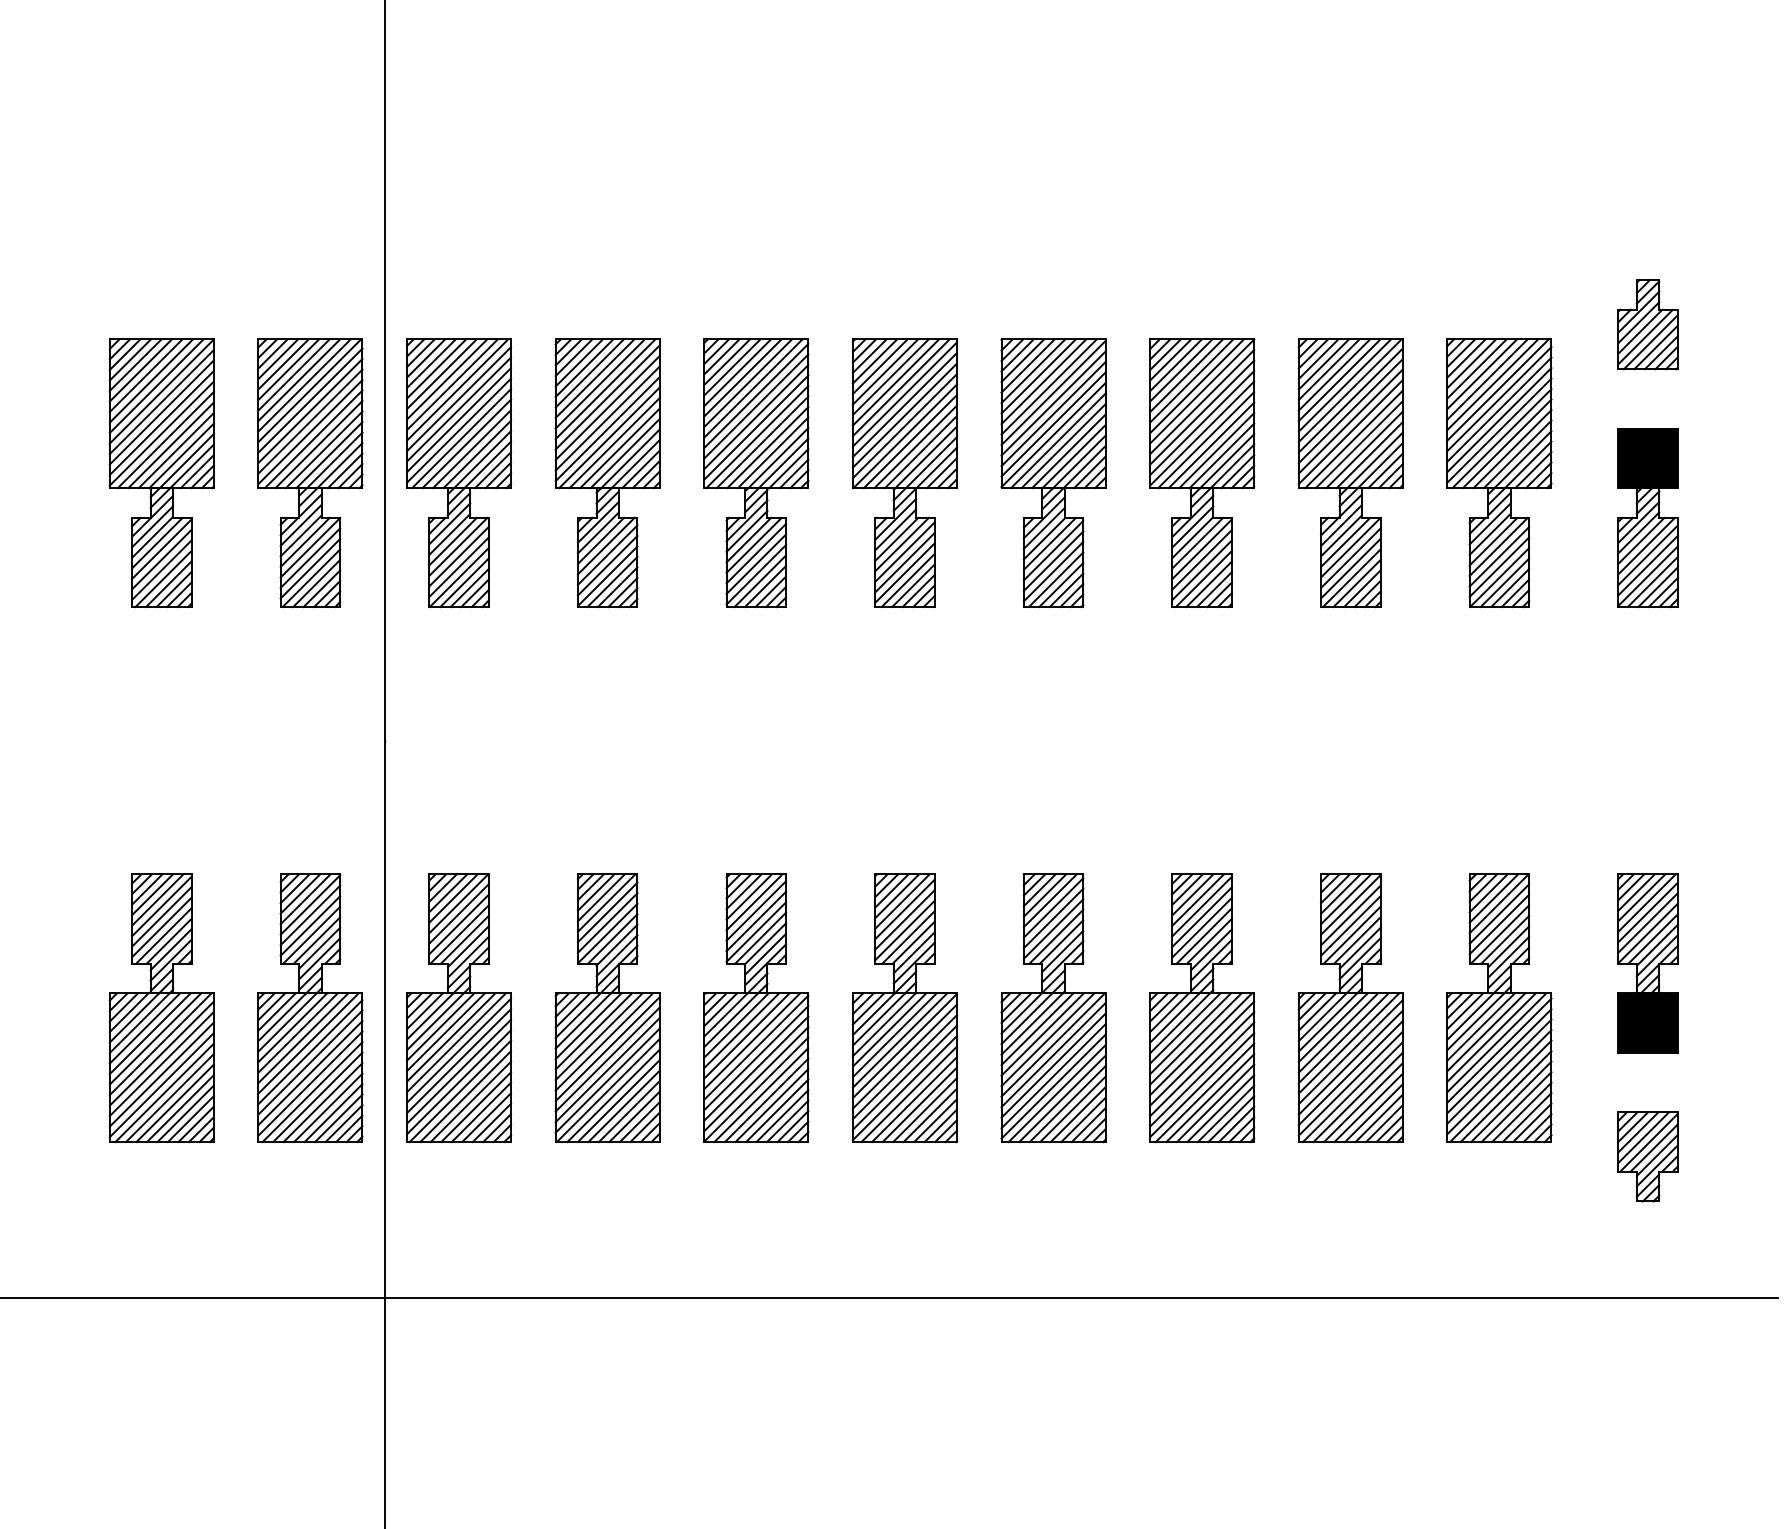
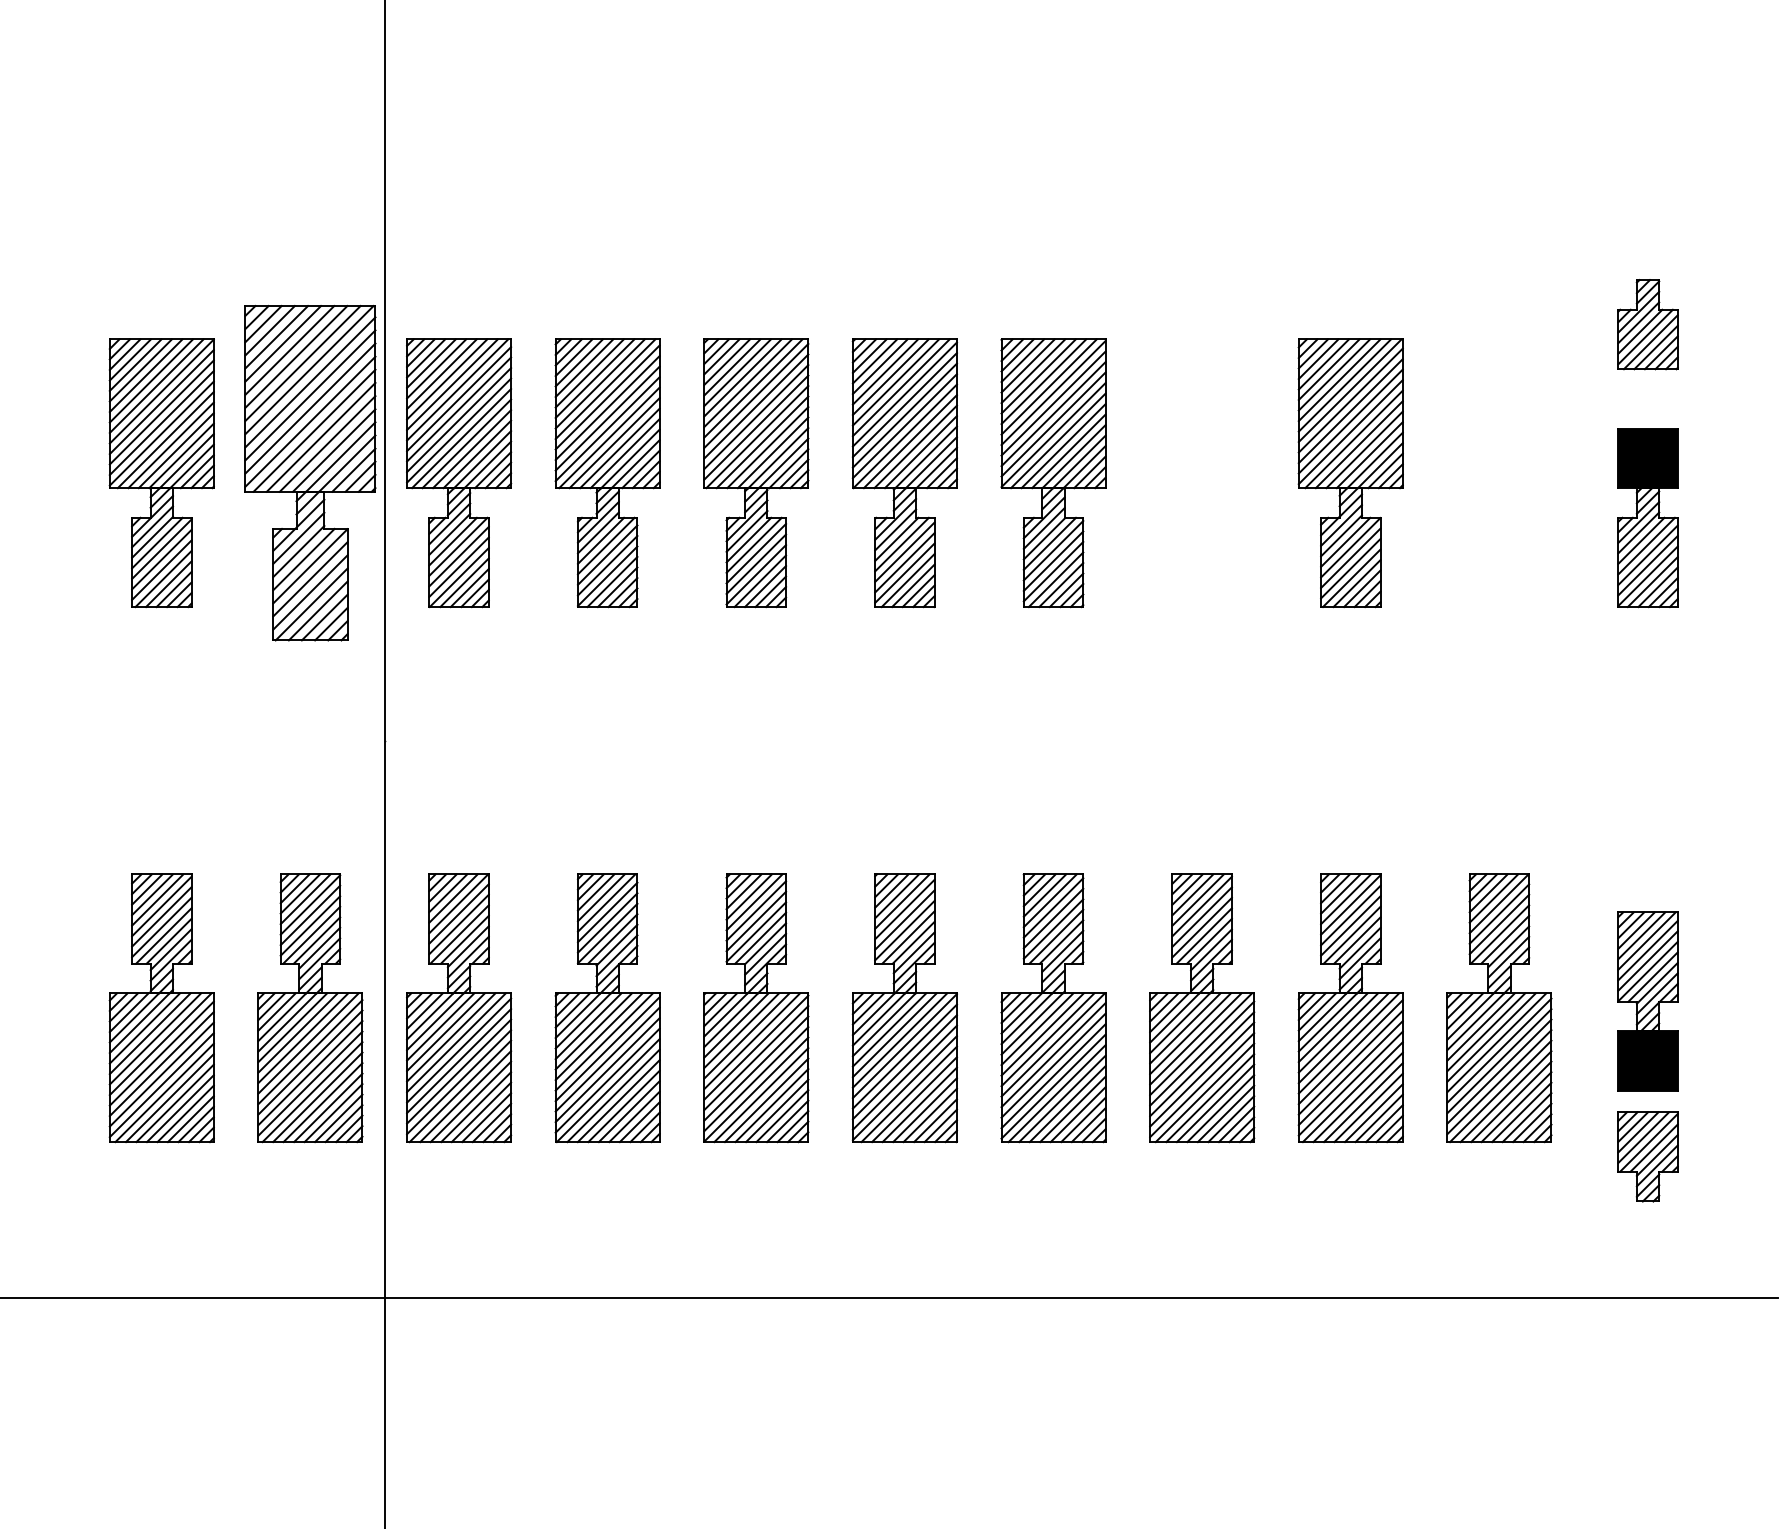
part at (310, 473) size: 107x271 px -> 133x337 px
part at (1202, 473): present -> none
part at (1499, 473): present -> none
part at (1647, 963) position: (1647, 963) -> (1647, 1001)
